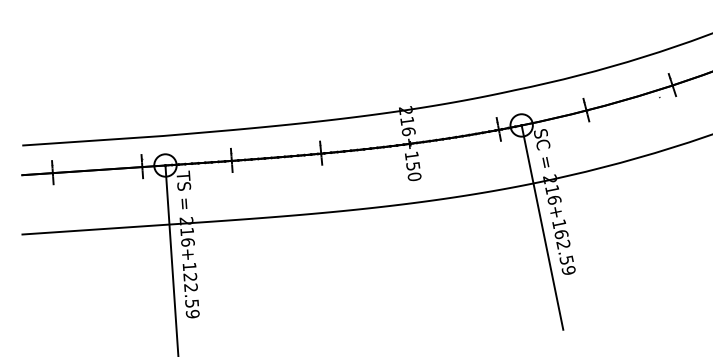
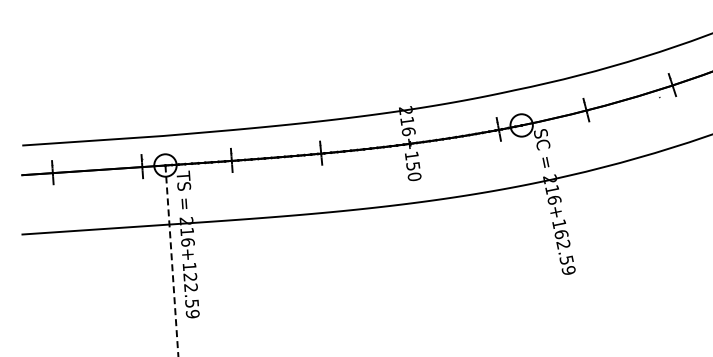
line at (542, 227): present -> none
line at (171, 261): solid -> dashed
